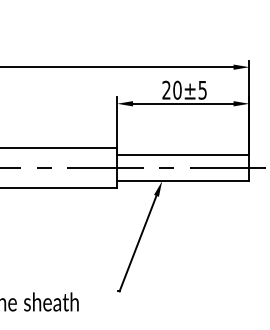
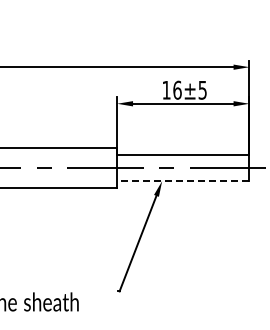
text at (171, 89): 20±5 -> 16±5
line at (182, 181): solid -> dashed
